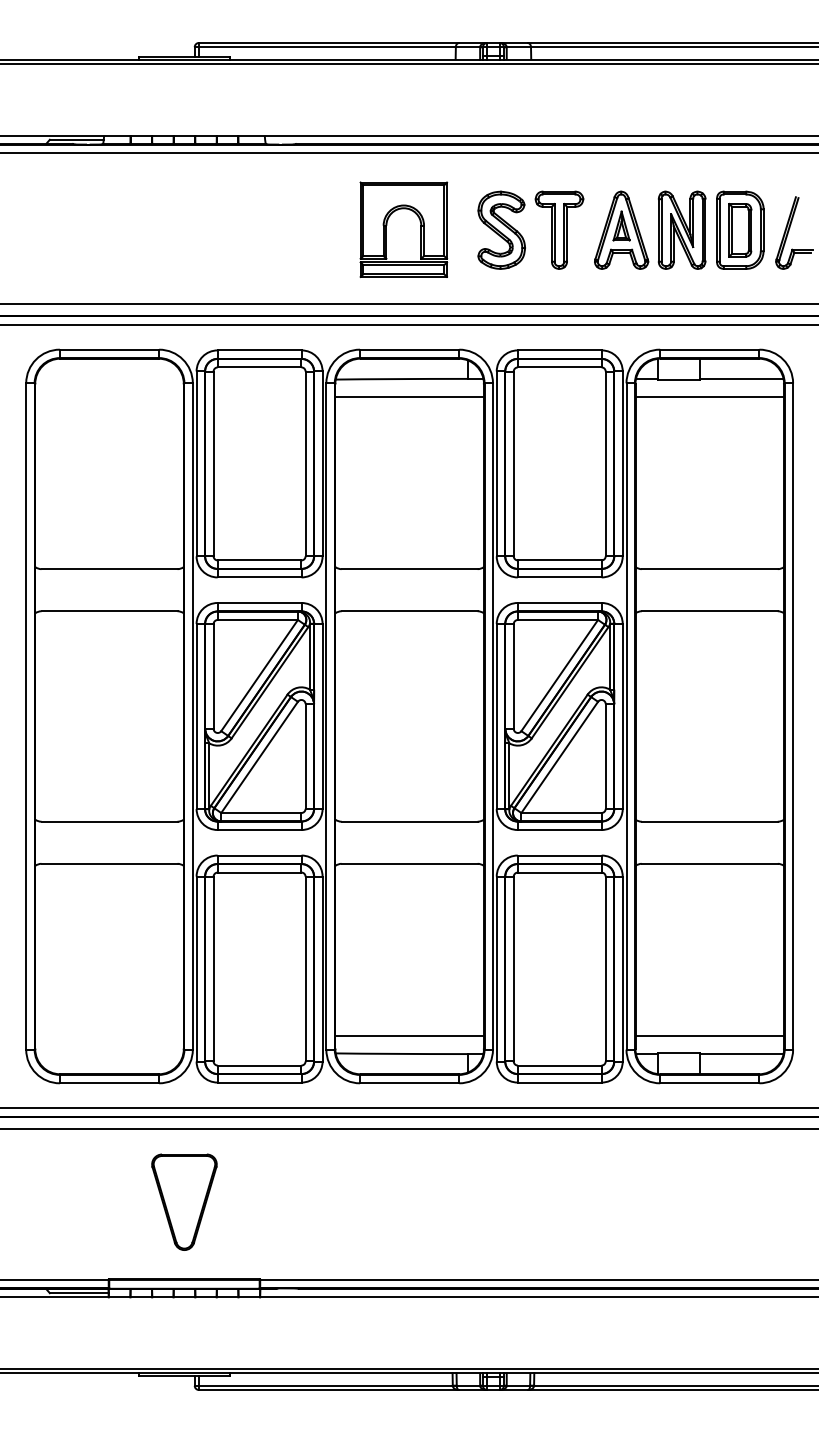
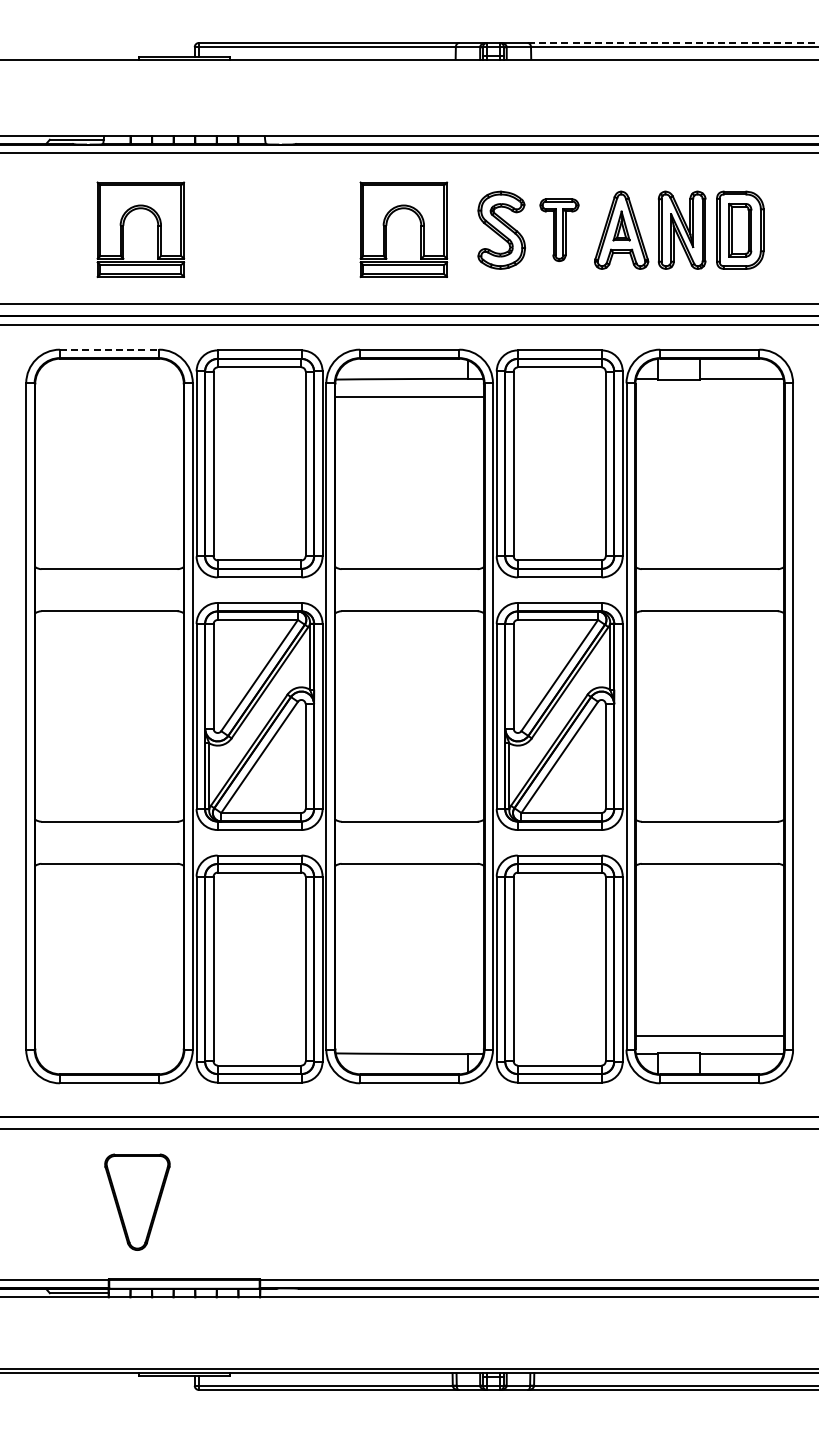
line at (673, 42): solid -> dashed
line at (408, 64): present -> none
part at (124, 225): none -> present
part at (559, 229) size: 51x80 px -> 41x64 px
part at (794, 232): present -> none
line at (109, 349): solid -> dashed
line at (709, 396): present -> none
line at (409, 1036): present -> none
line at (408, 1108): present -> none
part at (184, 1201) position: (184, 1201) -> (137, 1201)
